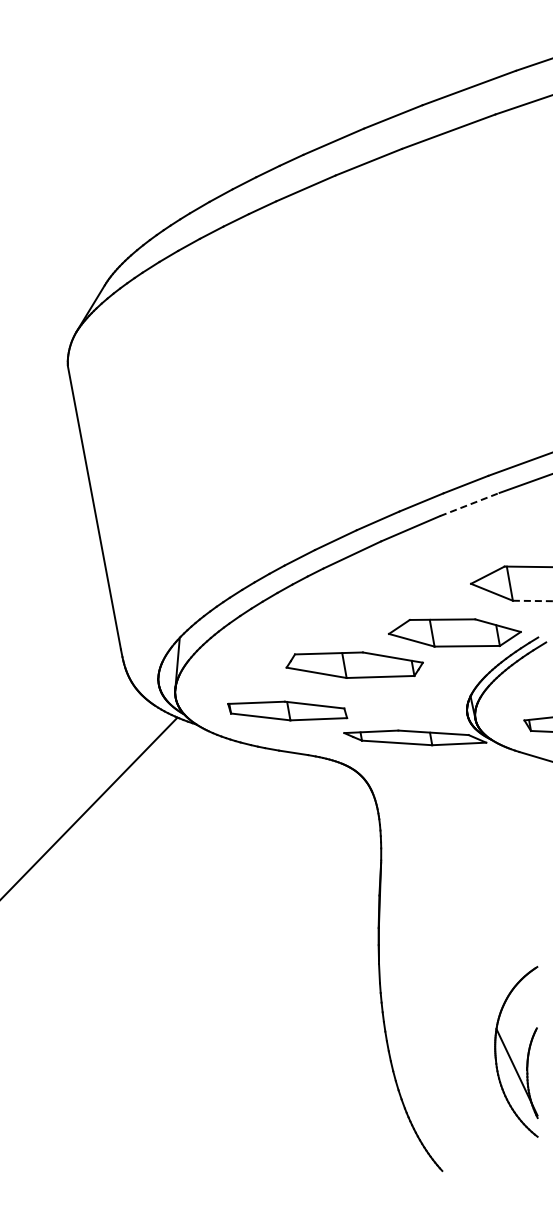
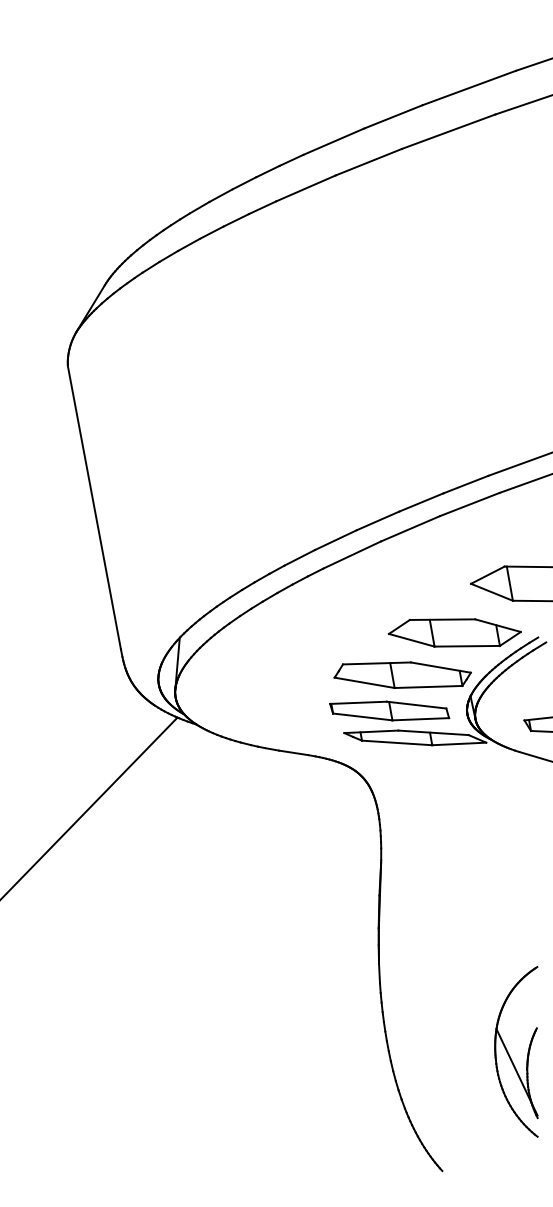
line at (470, 504): dashed -> solid
line at (532, 600): dashed -> solid
part at (354, 664) position: (354, 664) -> (402, 674)
part at (287, 710) position: (287, 710) -> (389, 710)
